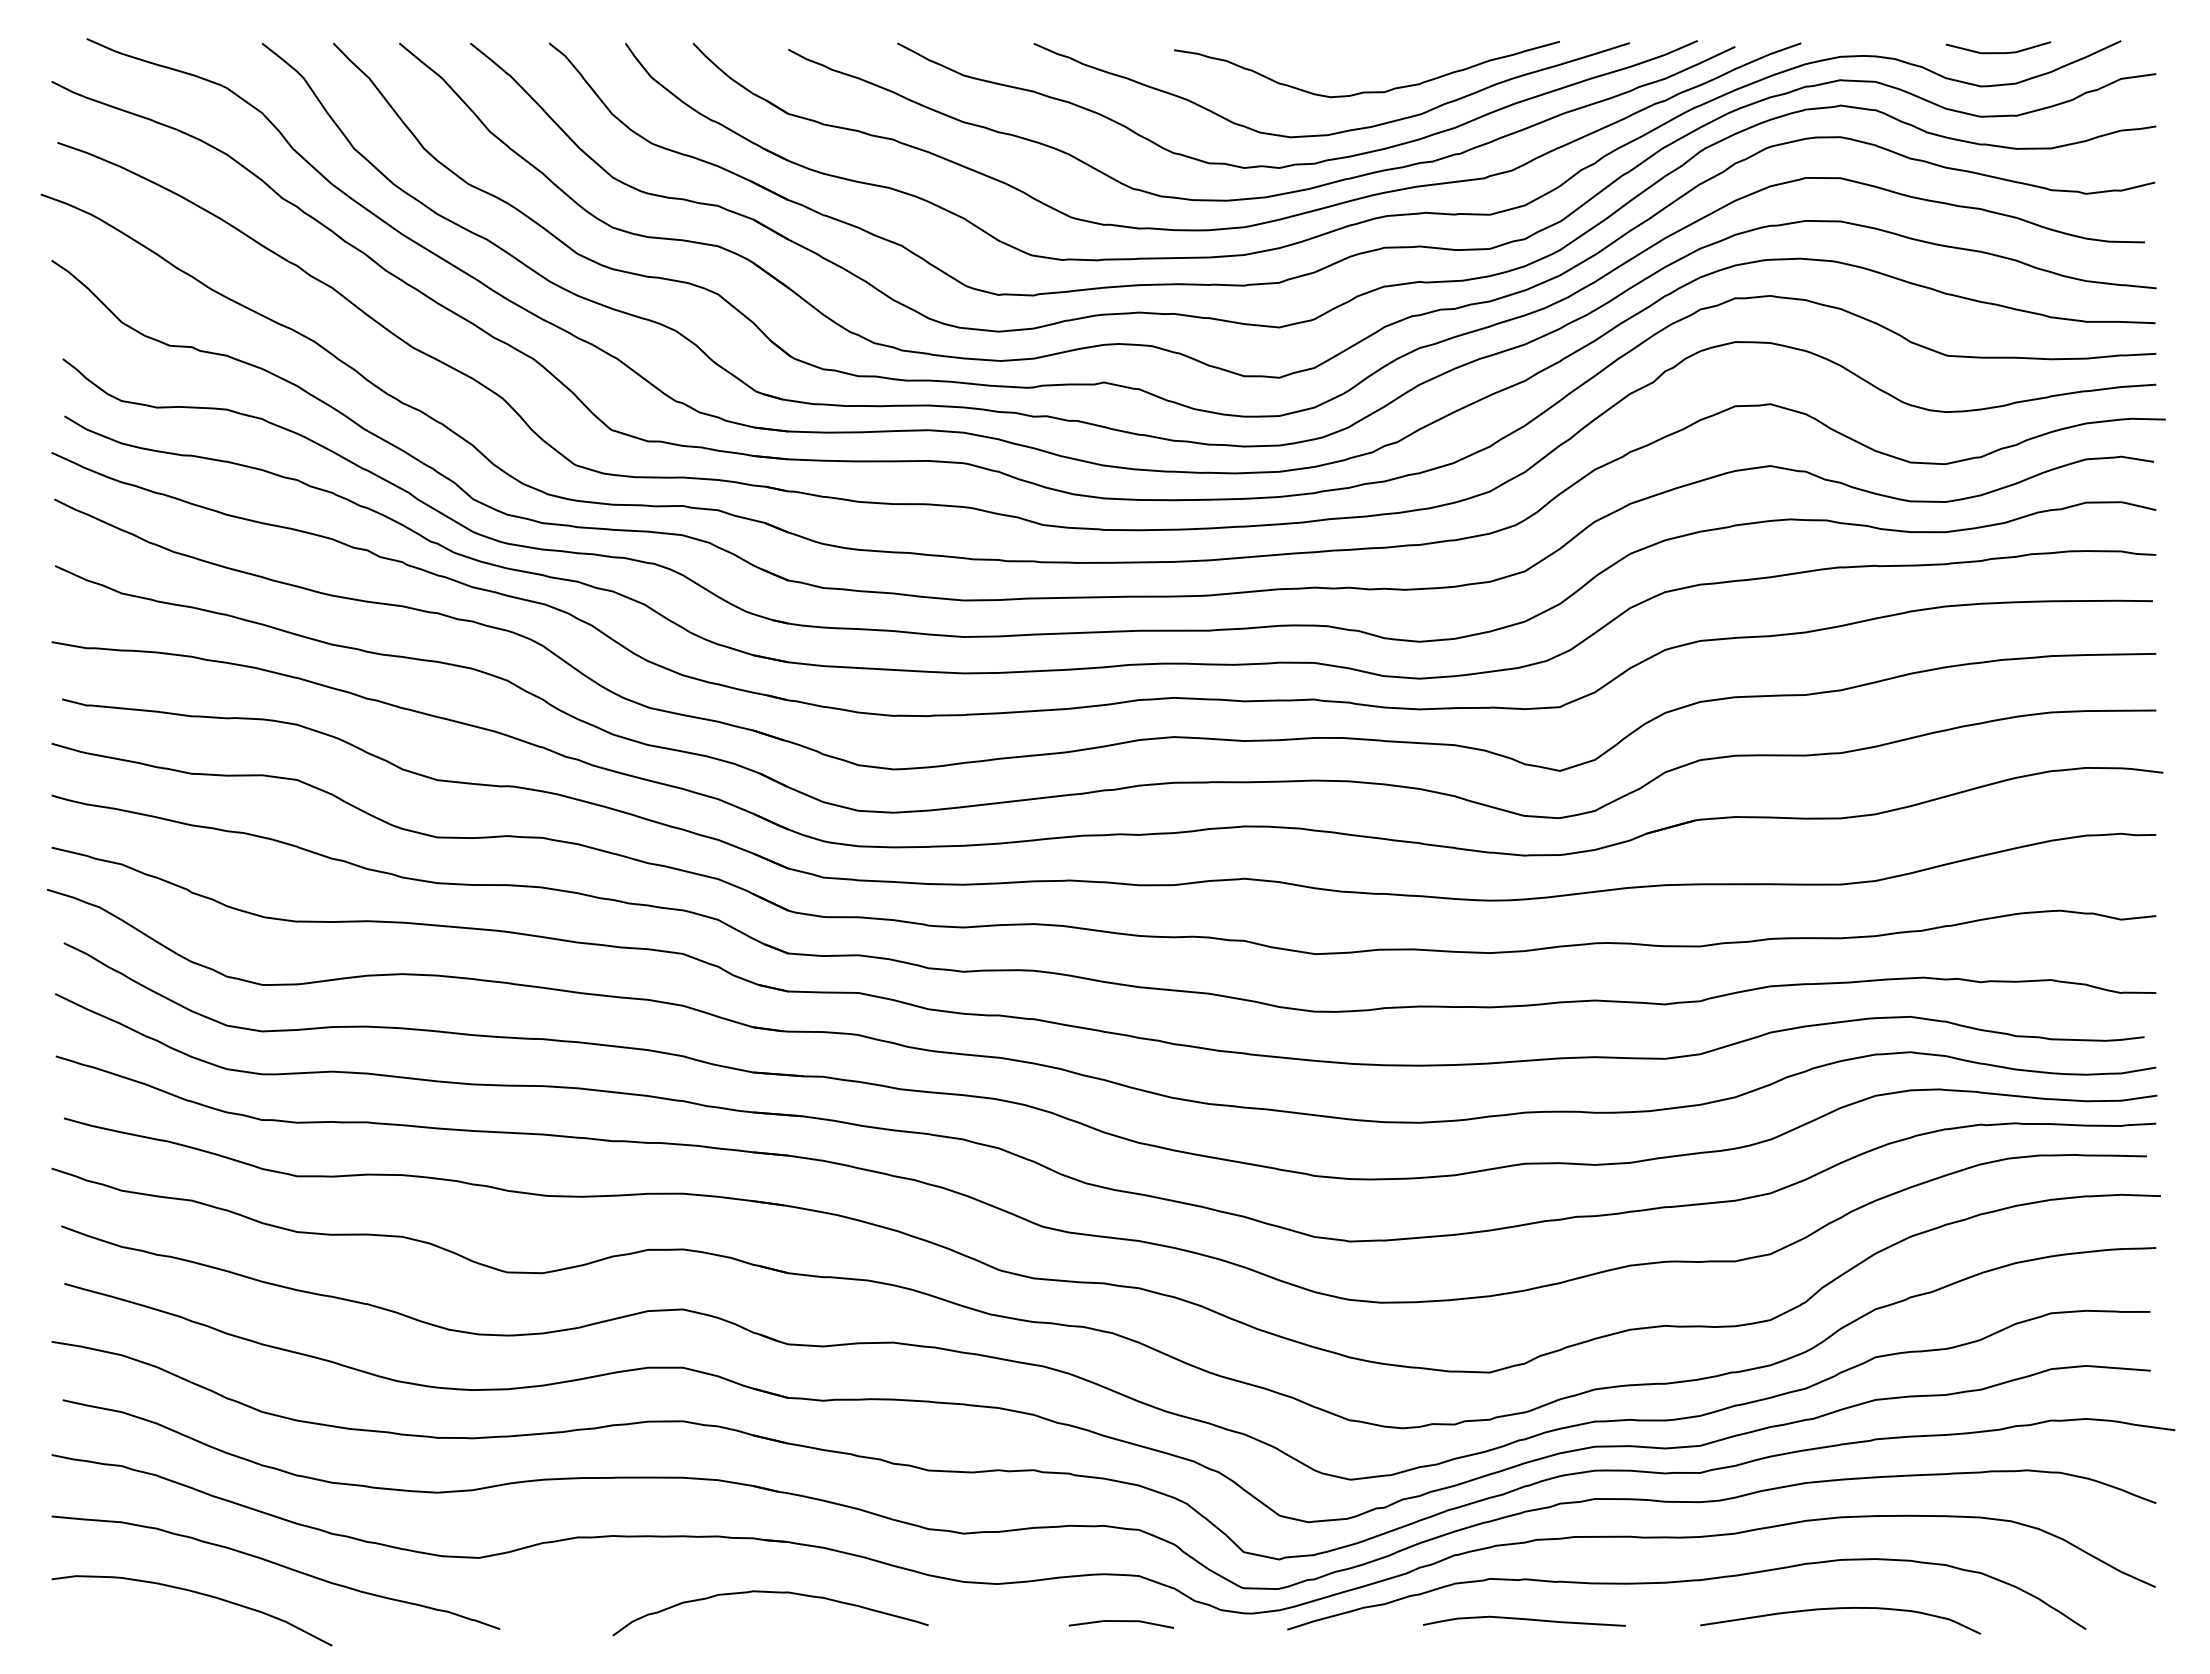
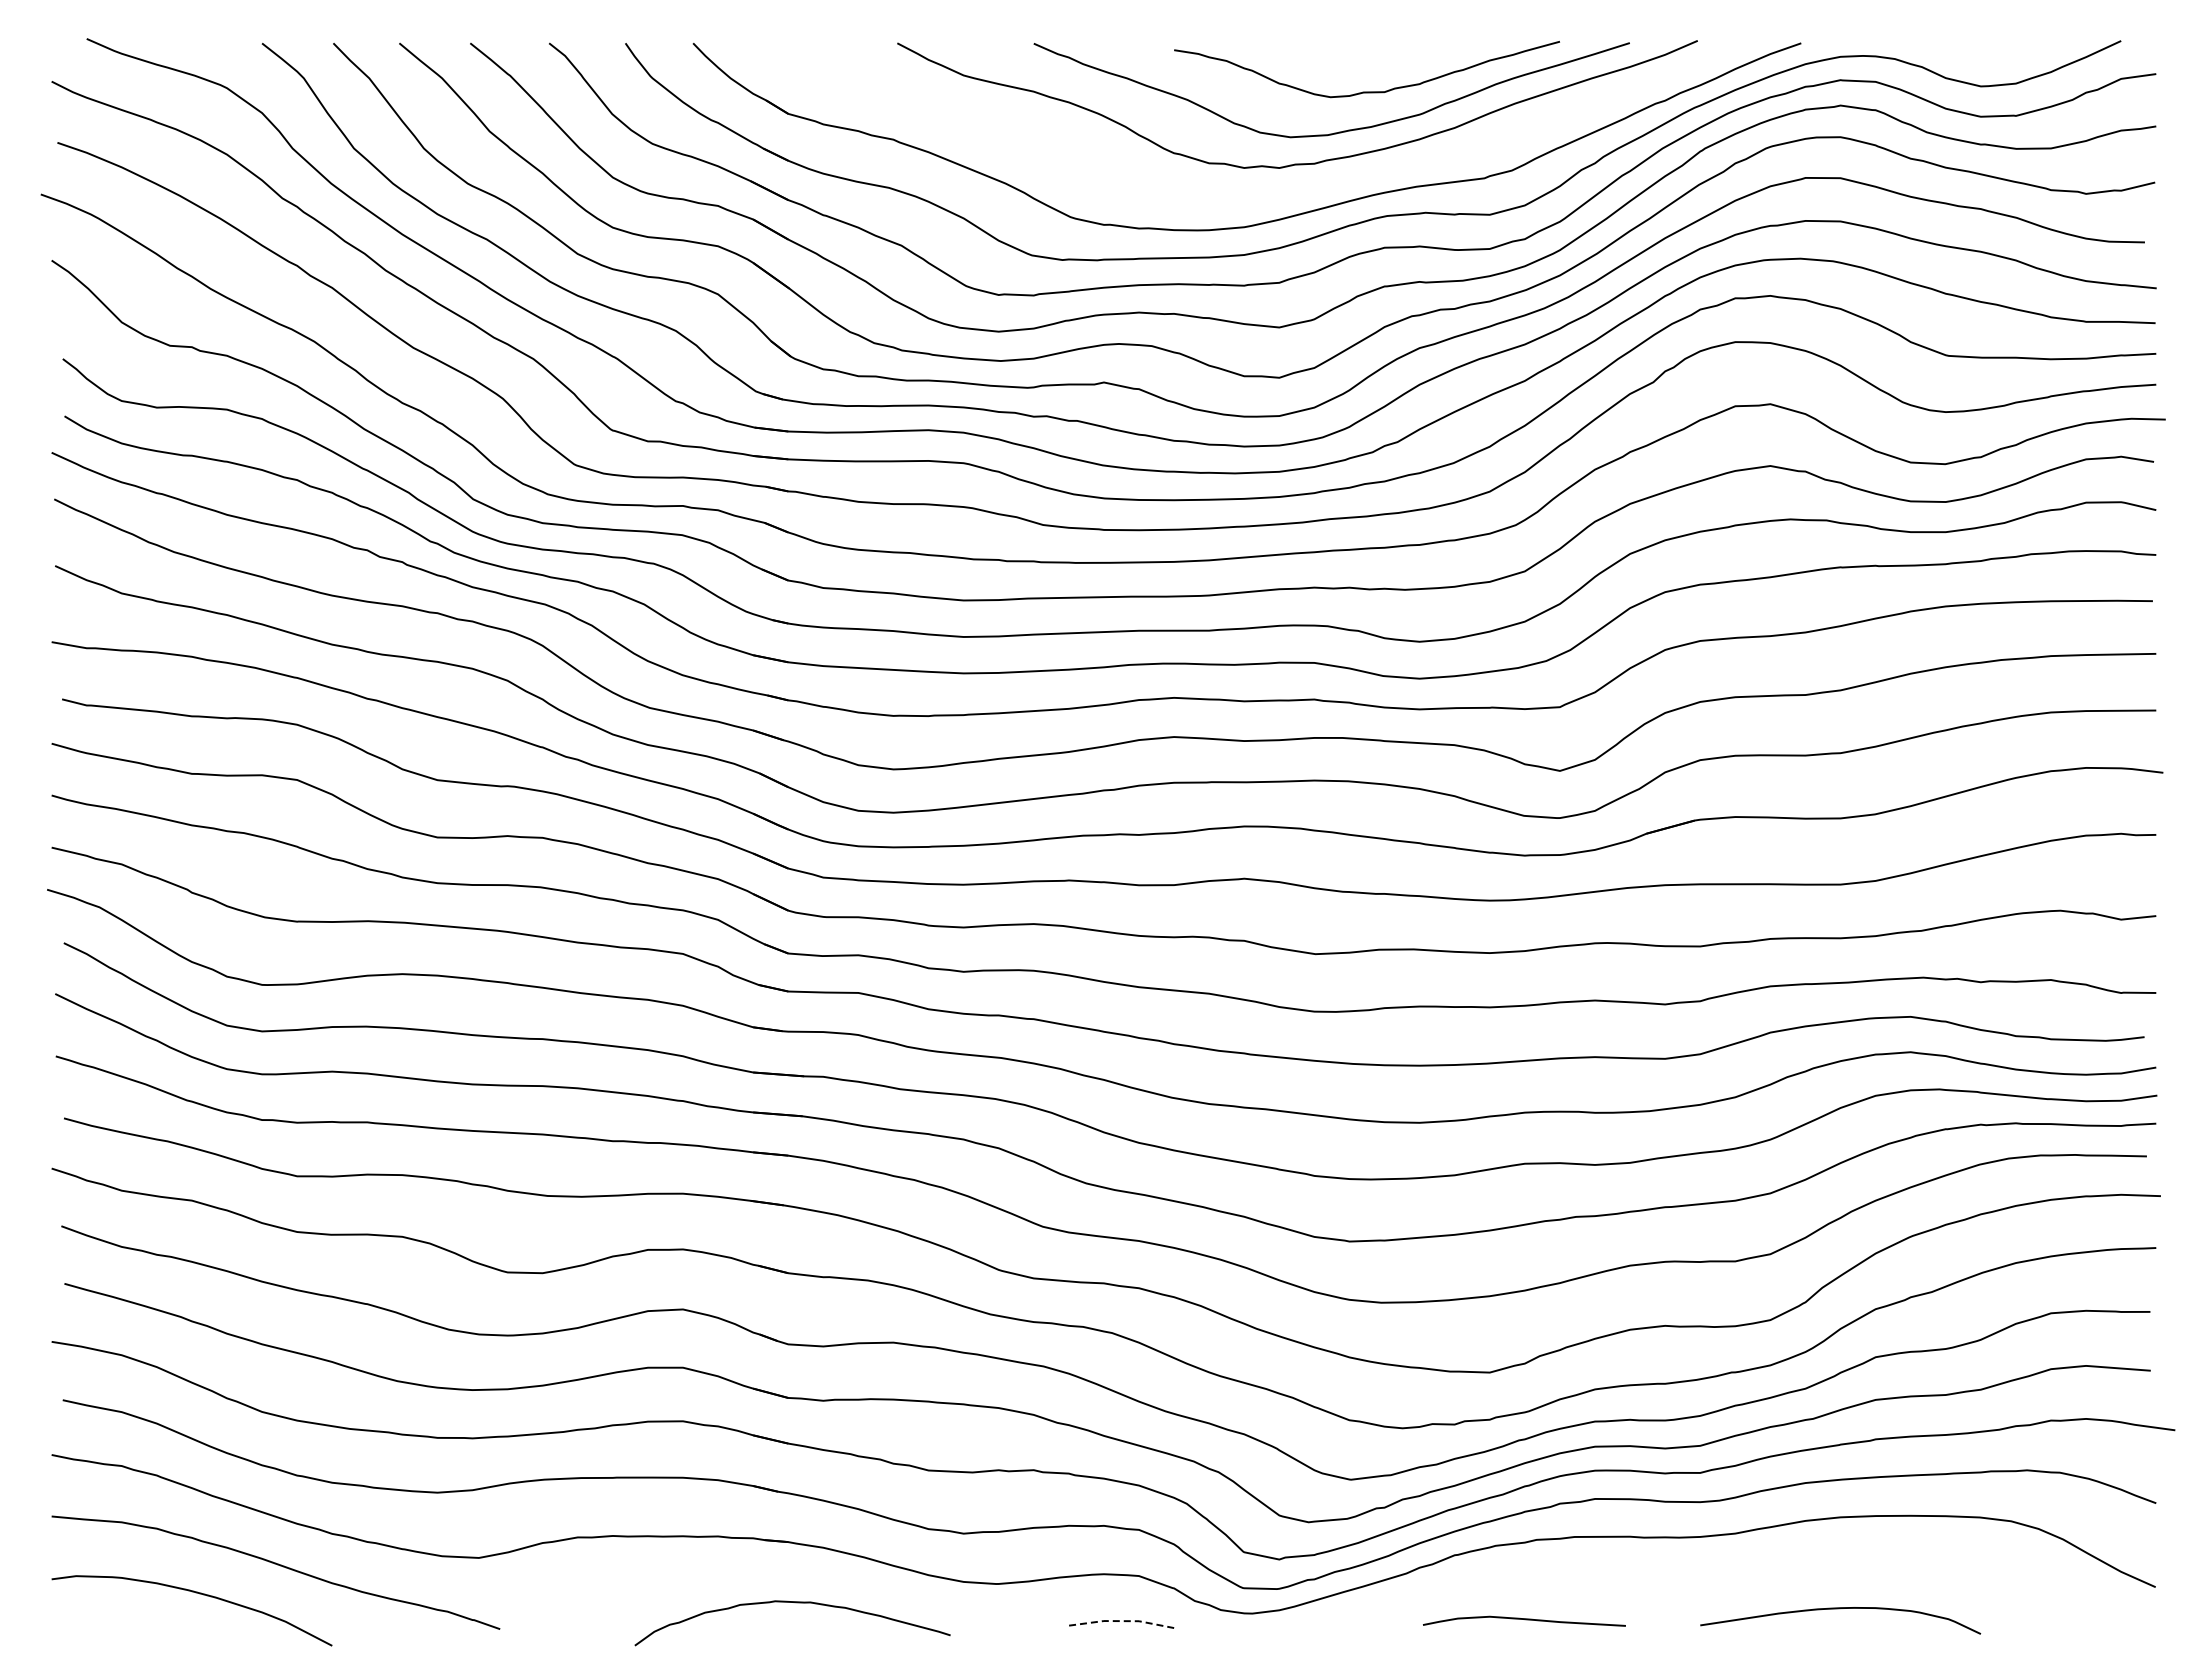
line at (1998, 52): present -> none
curve at (1273, 194): present -> none
curve at (1684, 1582): present -> none
curve at (773, 1593) position: (773, 1593) -> (795, 1603)
line at (1121, 1621): solid -> dashed
